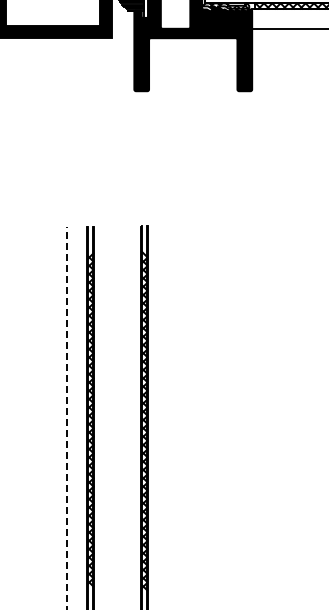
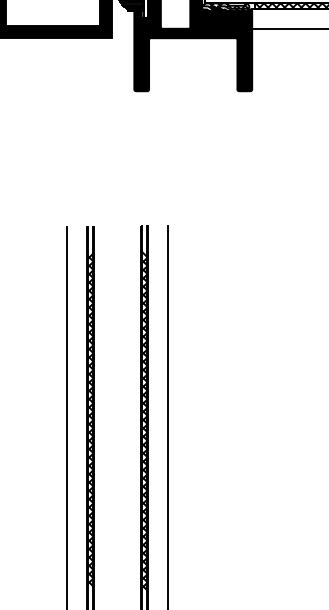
line at (167, 416): none -> present
line at (67, 417): dashed -> solid
